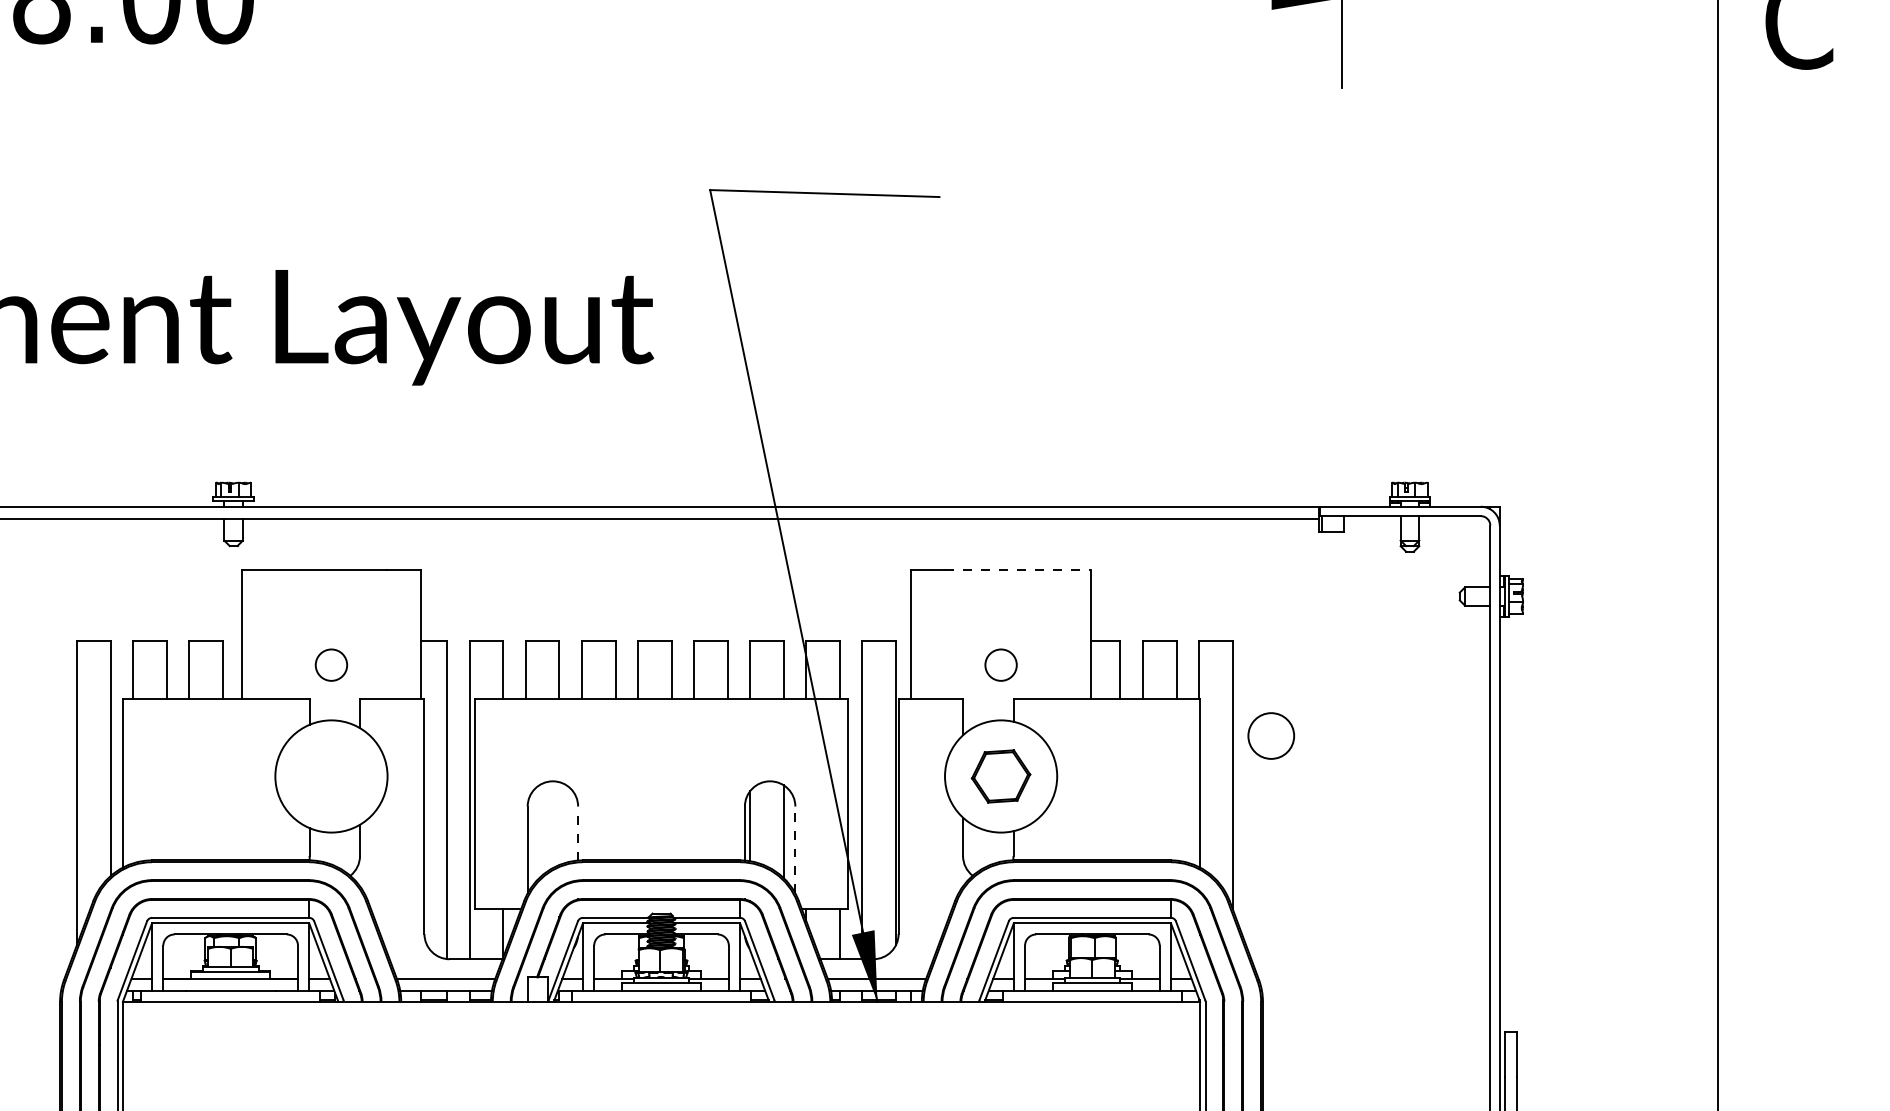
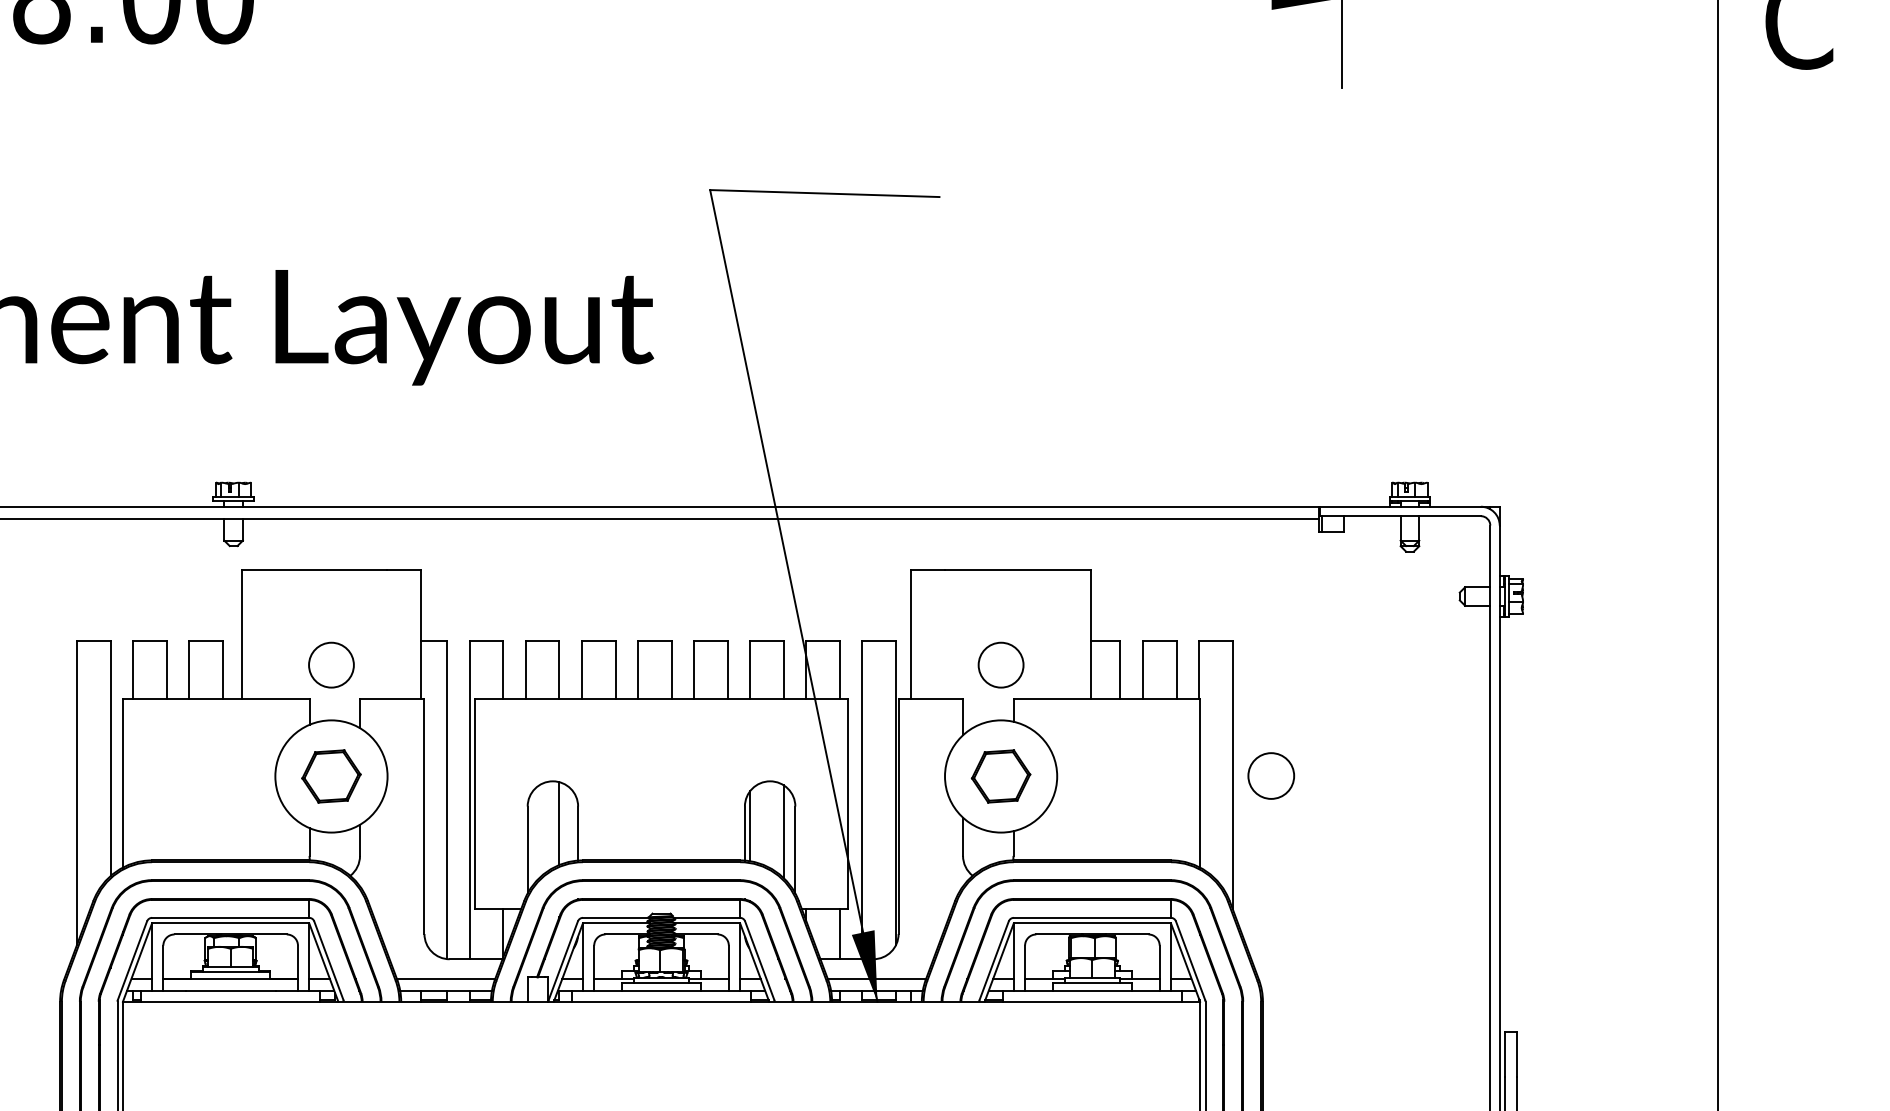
line at (1018, 569): dashed -> solid
circle at (331, 664) diameter: 31 px -> 45 px
circle at (1000, 664) diameter: 31 px -> 45 px
circle at (1271, 735) position: (1271, 735) -> (1271, 775)
part at (331, 776): none -> present
line at (559, 823): none -> present
line at (578, 833): dashed -> solid
line at (795, 849): dashed -> solid
